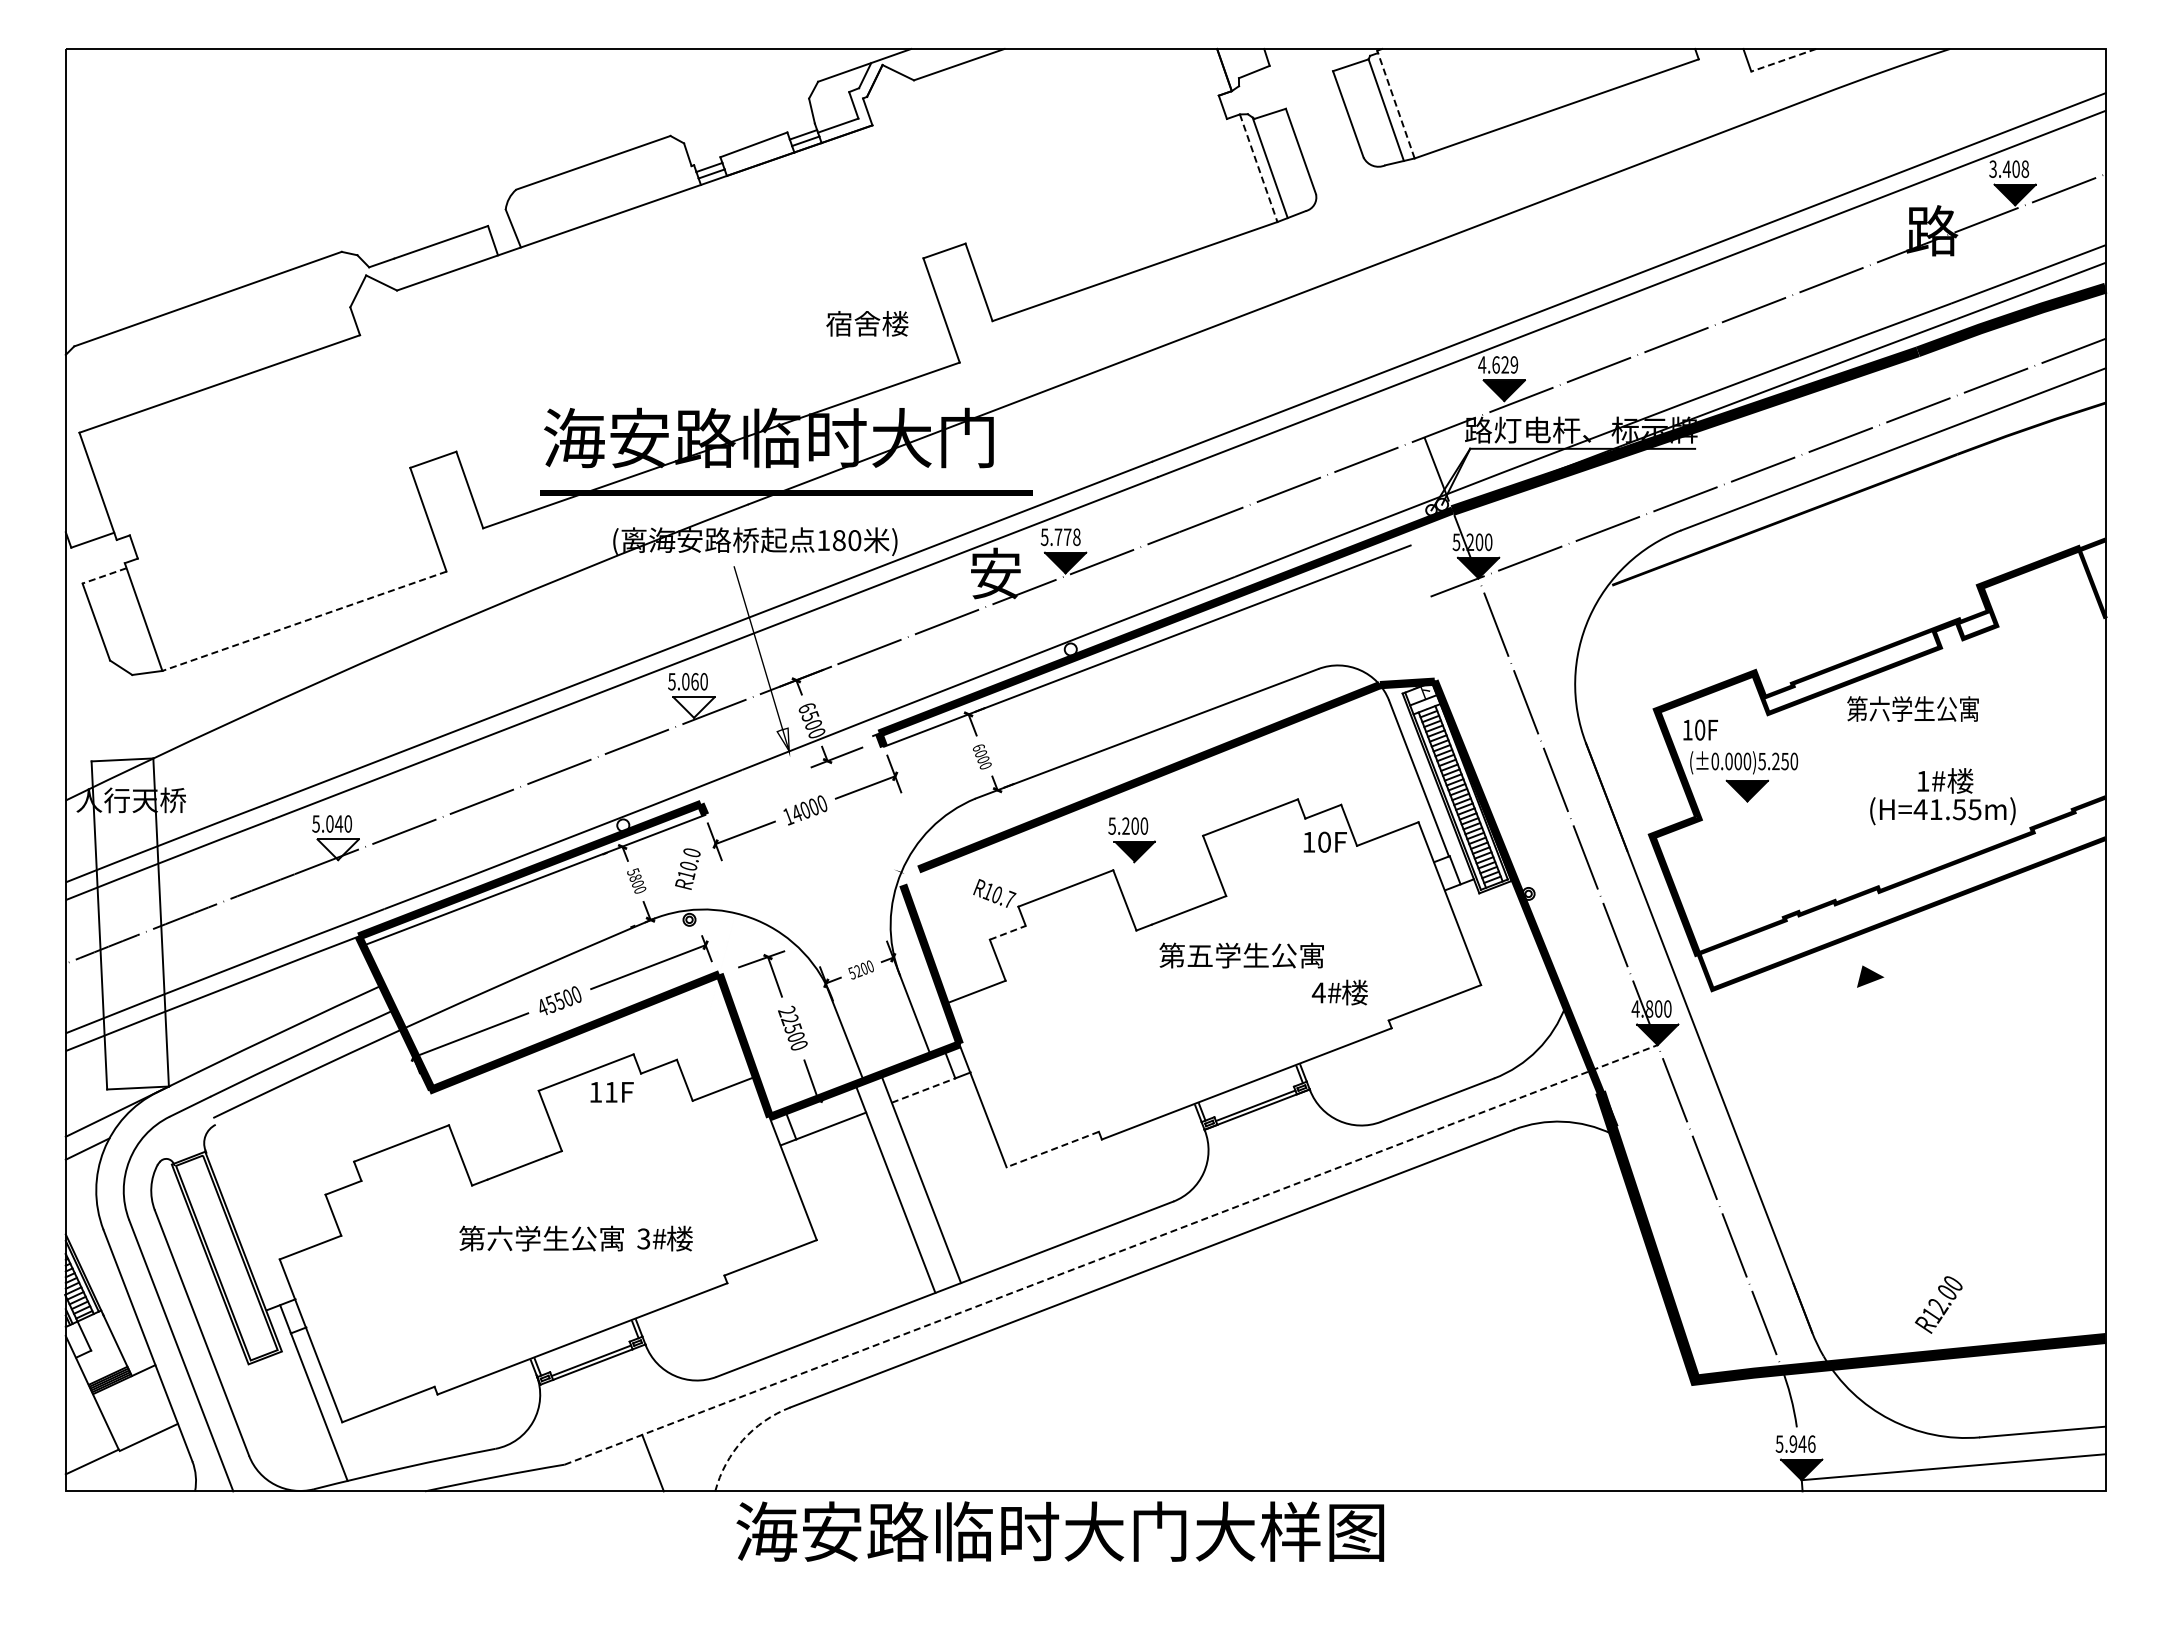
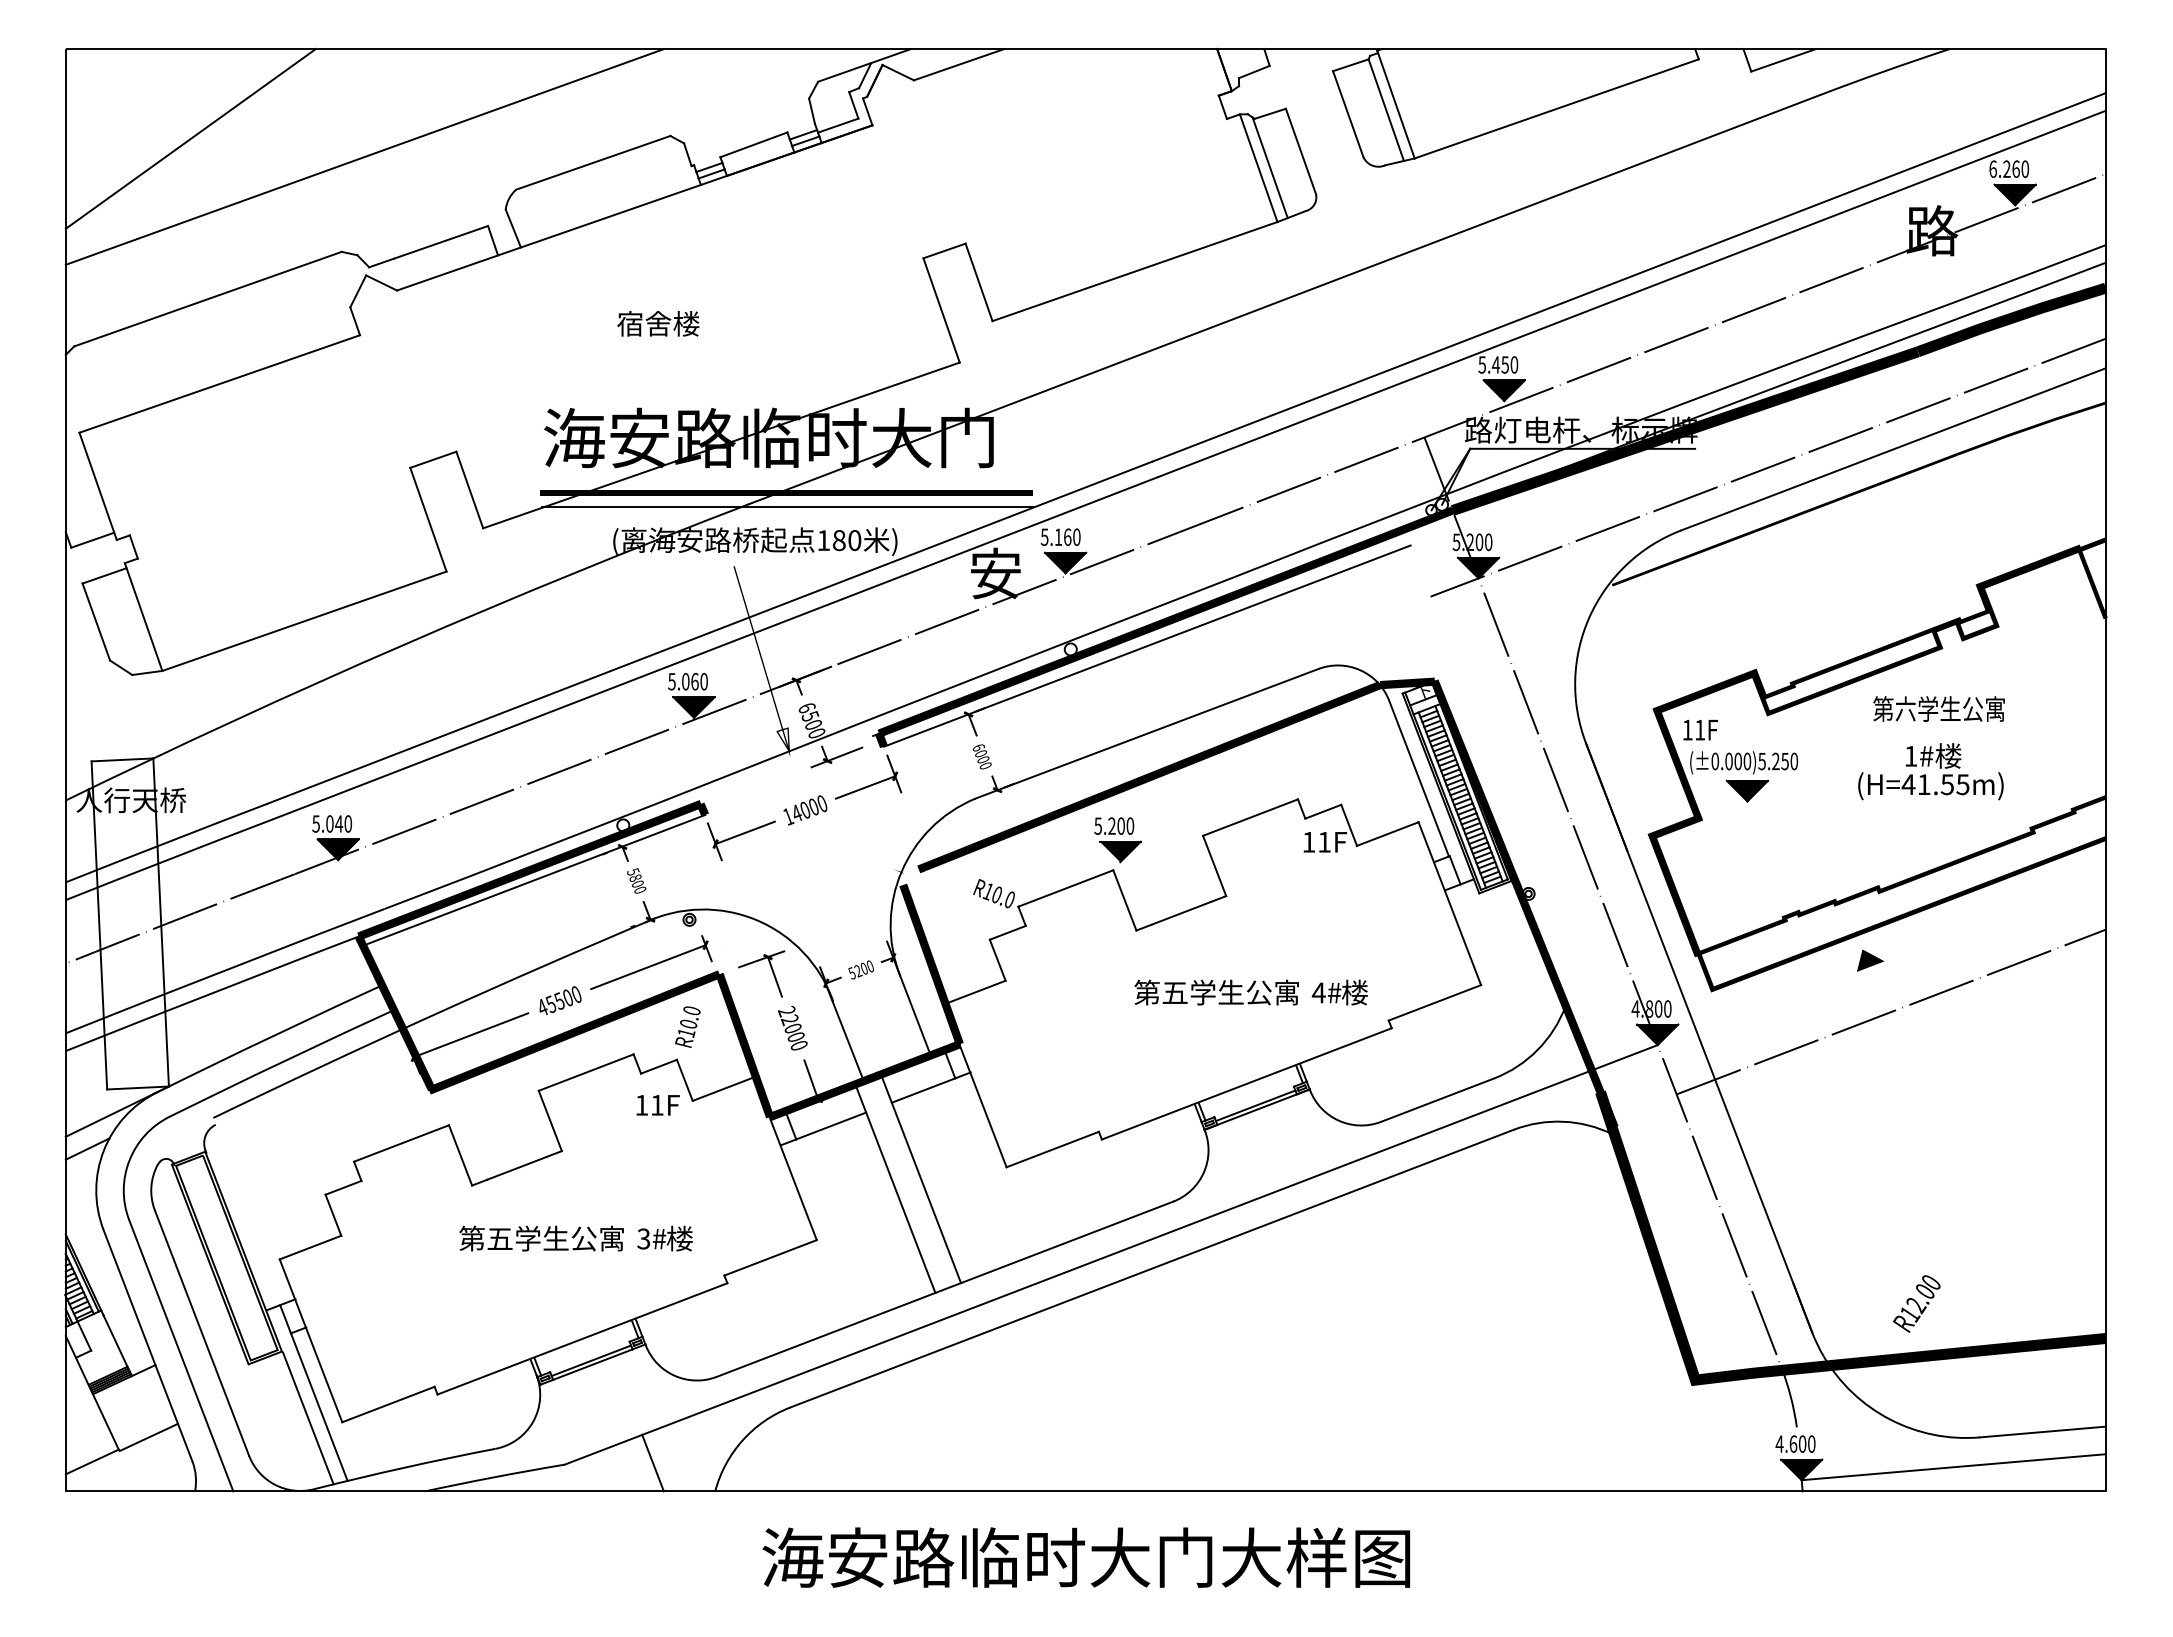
line at (1783, 60): dashed -> solid
line at (1395, 104): dashed -> solid
line at (190, 138): none -> present
line at (364, 156): none -> present
line at (1258, 168): dashed -> solid
text at (2009, 168): 3.408 -> 6.260
text at (867, 323) position: (867, 323) -> (658, 323)
text at (1498, 364): 4.629 -> 5.450
line at (787, 507): none -> present
text at (1067, 537): 5.778 -> 5.160
line at (104, 576): dashed -> solid
line at (304, 621): dashed -> solid
fill at (693, 707): none -> present
text at (1912, 708) position: (1912, 708) -> (1938, 708)
text at (1700, 729): 10F -> 11F
text at (1942, 796) position: (1942, 796) -> (1930, 771)
part at (1131, 840) position: (1131, 840) -> (1117, 840)
text at (1324, 841): 10F -> 11F
fill at (337, 849): none -> present
text at (687, 868) position: (687, 868) -> (687, 1026)
text at (1010, 899): R10.7 -> R10.0
line at (1008, 932): dashed -> solid
text at (1241, 955) position: (1241, 955) -> (1216, 992)
part at (1870, 976) position: (1870, 976) -> (1870, 960)
line at (1890, 1011): none -> present
text at (793, 1028): 22500 -> 22000
line at (924, 1090): dashed -> solid
text at (611, 1092) position: (611, 1092) -> (657, 1105)
line at (1052, 1149): dashed -> solid
text at (499, 1237): 第六学生公寓 -> 第五学生公寓
line at (1111, 1254): dashed -> solid
text at (1938, 1304) position: (1938, 1304) -> (1916, 1303)
line at (308, 1418): none -> present
arc at (742, 1440): dashed -> solid
text at (1795, 1443): 5.946 -> 4.600
text at (1060, 1531) position: (1060, 1531) -> (1086, 1557)
